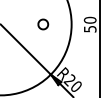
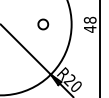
text at (90, 24): 50 -> 48
